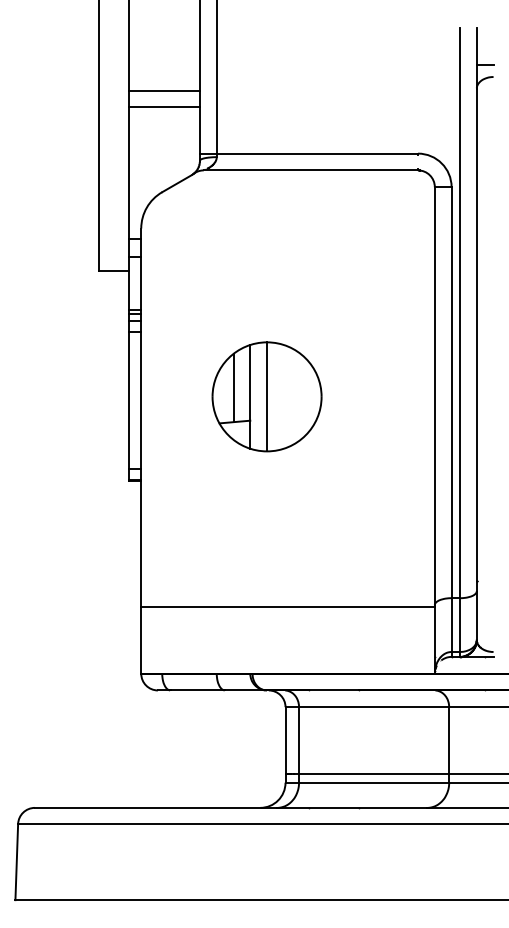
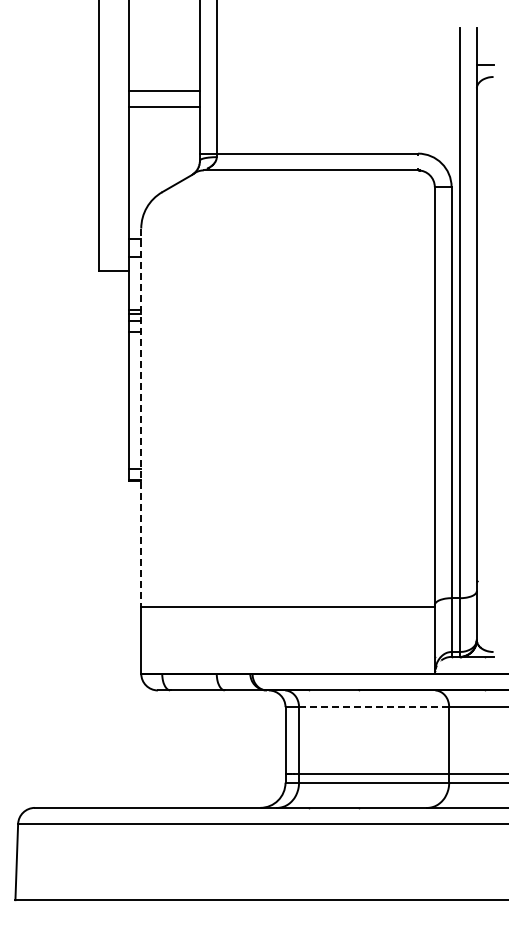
part at (266, 396): present -> none
line at (141, 418): solid -> dashed
line at (373, 707): solid -> dashed
